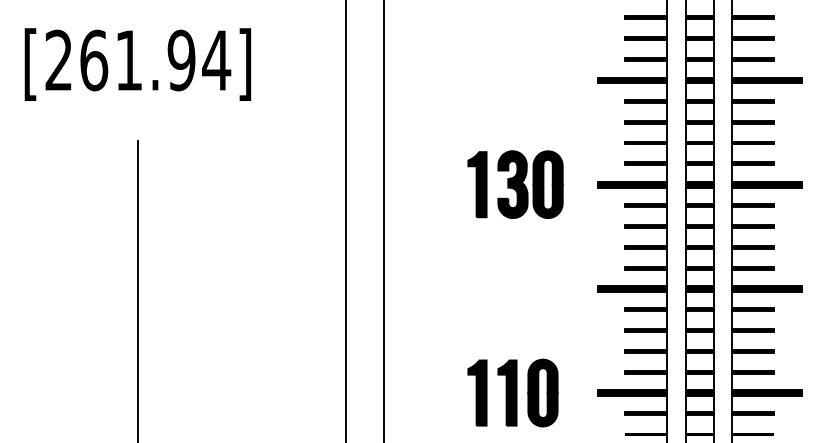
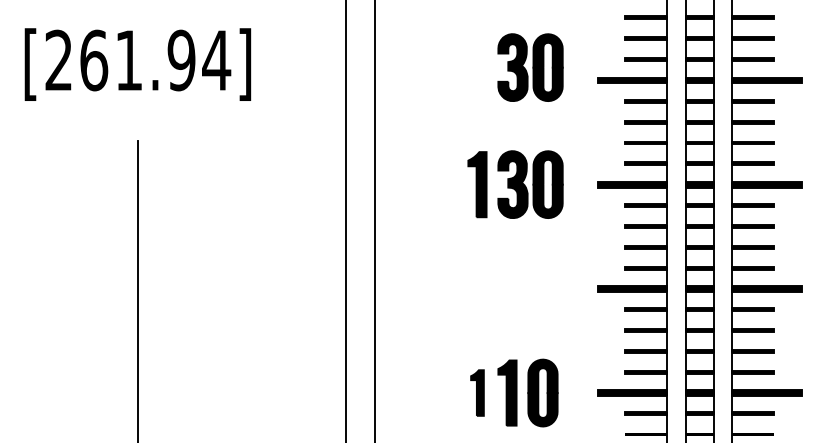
part at (530, 67): none -> present
line at (383, 220) position: (383, 220) -> (374, 220)
part at (477, 392) size: 21x68 px -> 15x48 px
